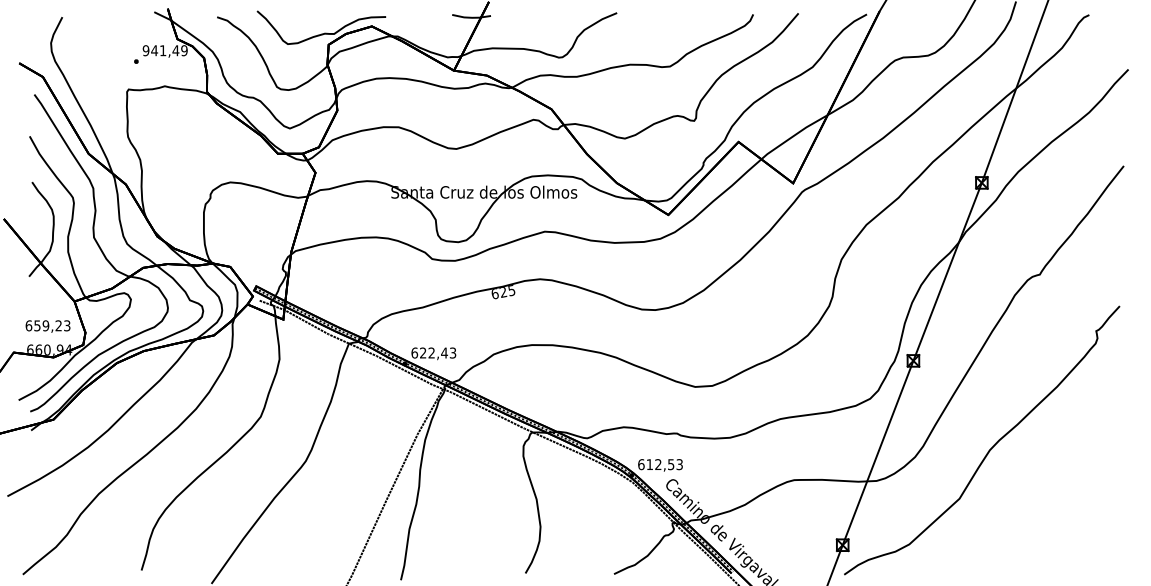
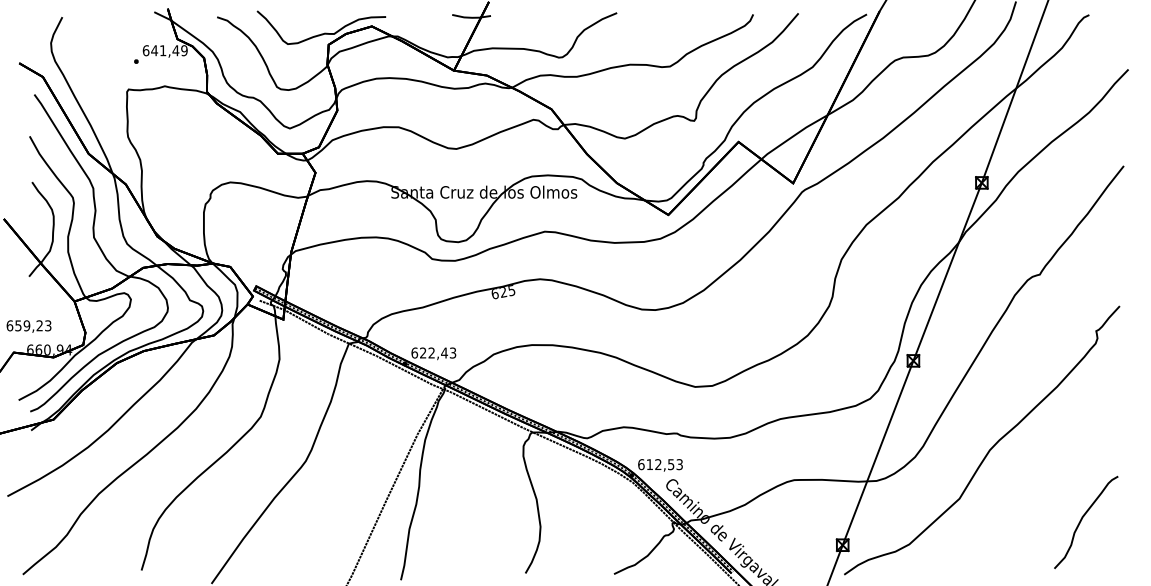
text at (145, 50): 941,49 -> 641,49
text at (47, 326) position: (47, 326) -> (28, 326)
curve at (1082, 519): none -> present
